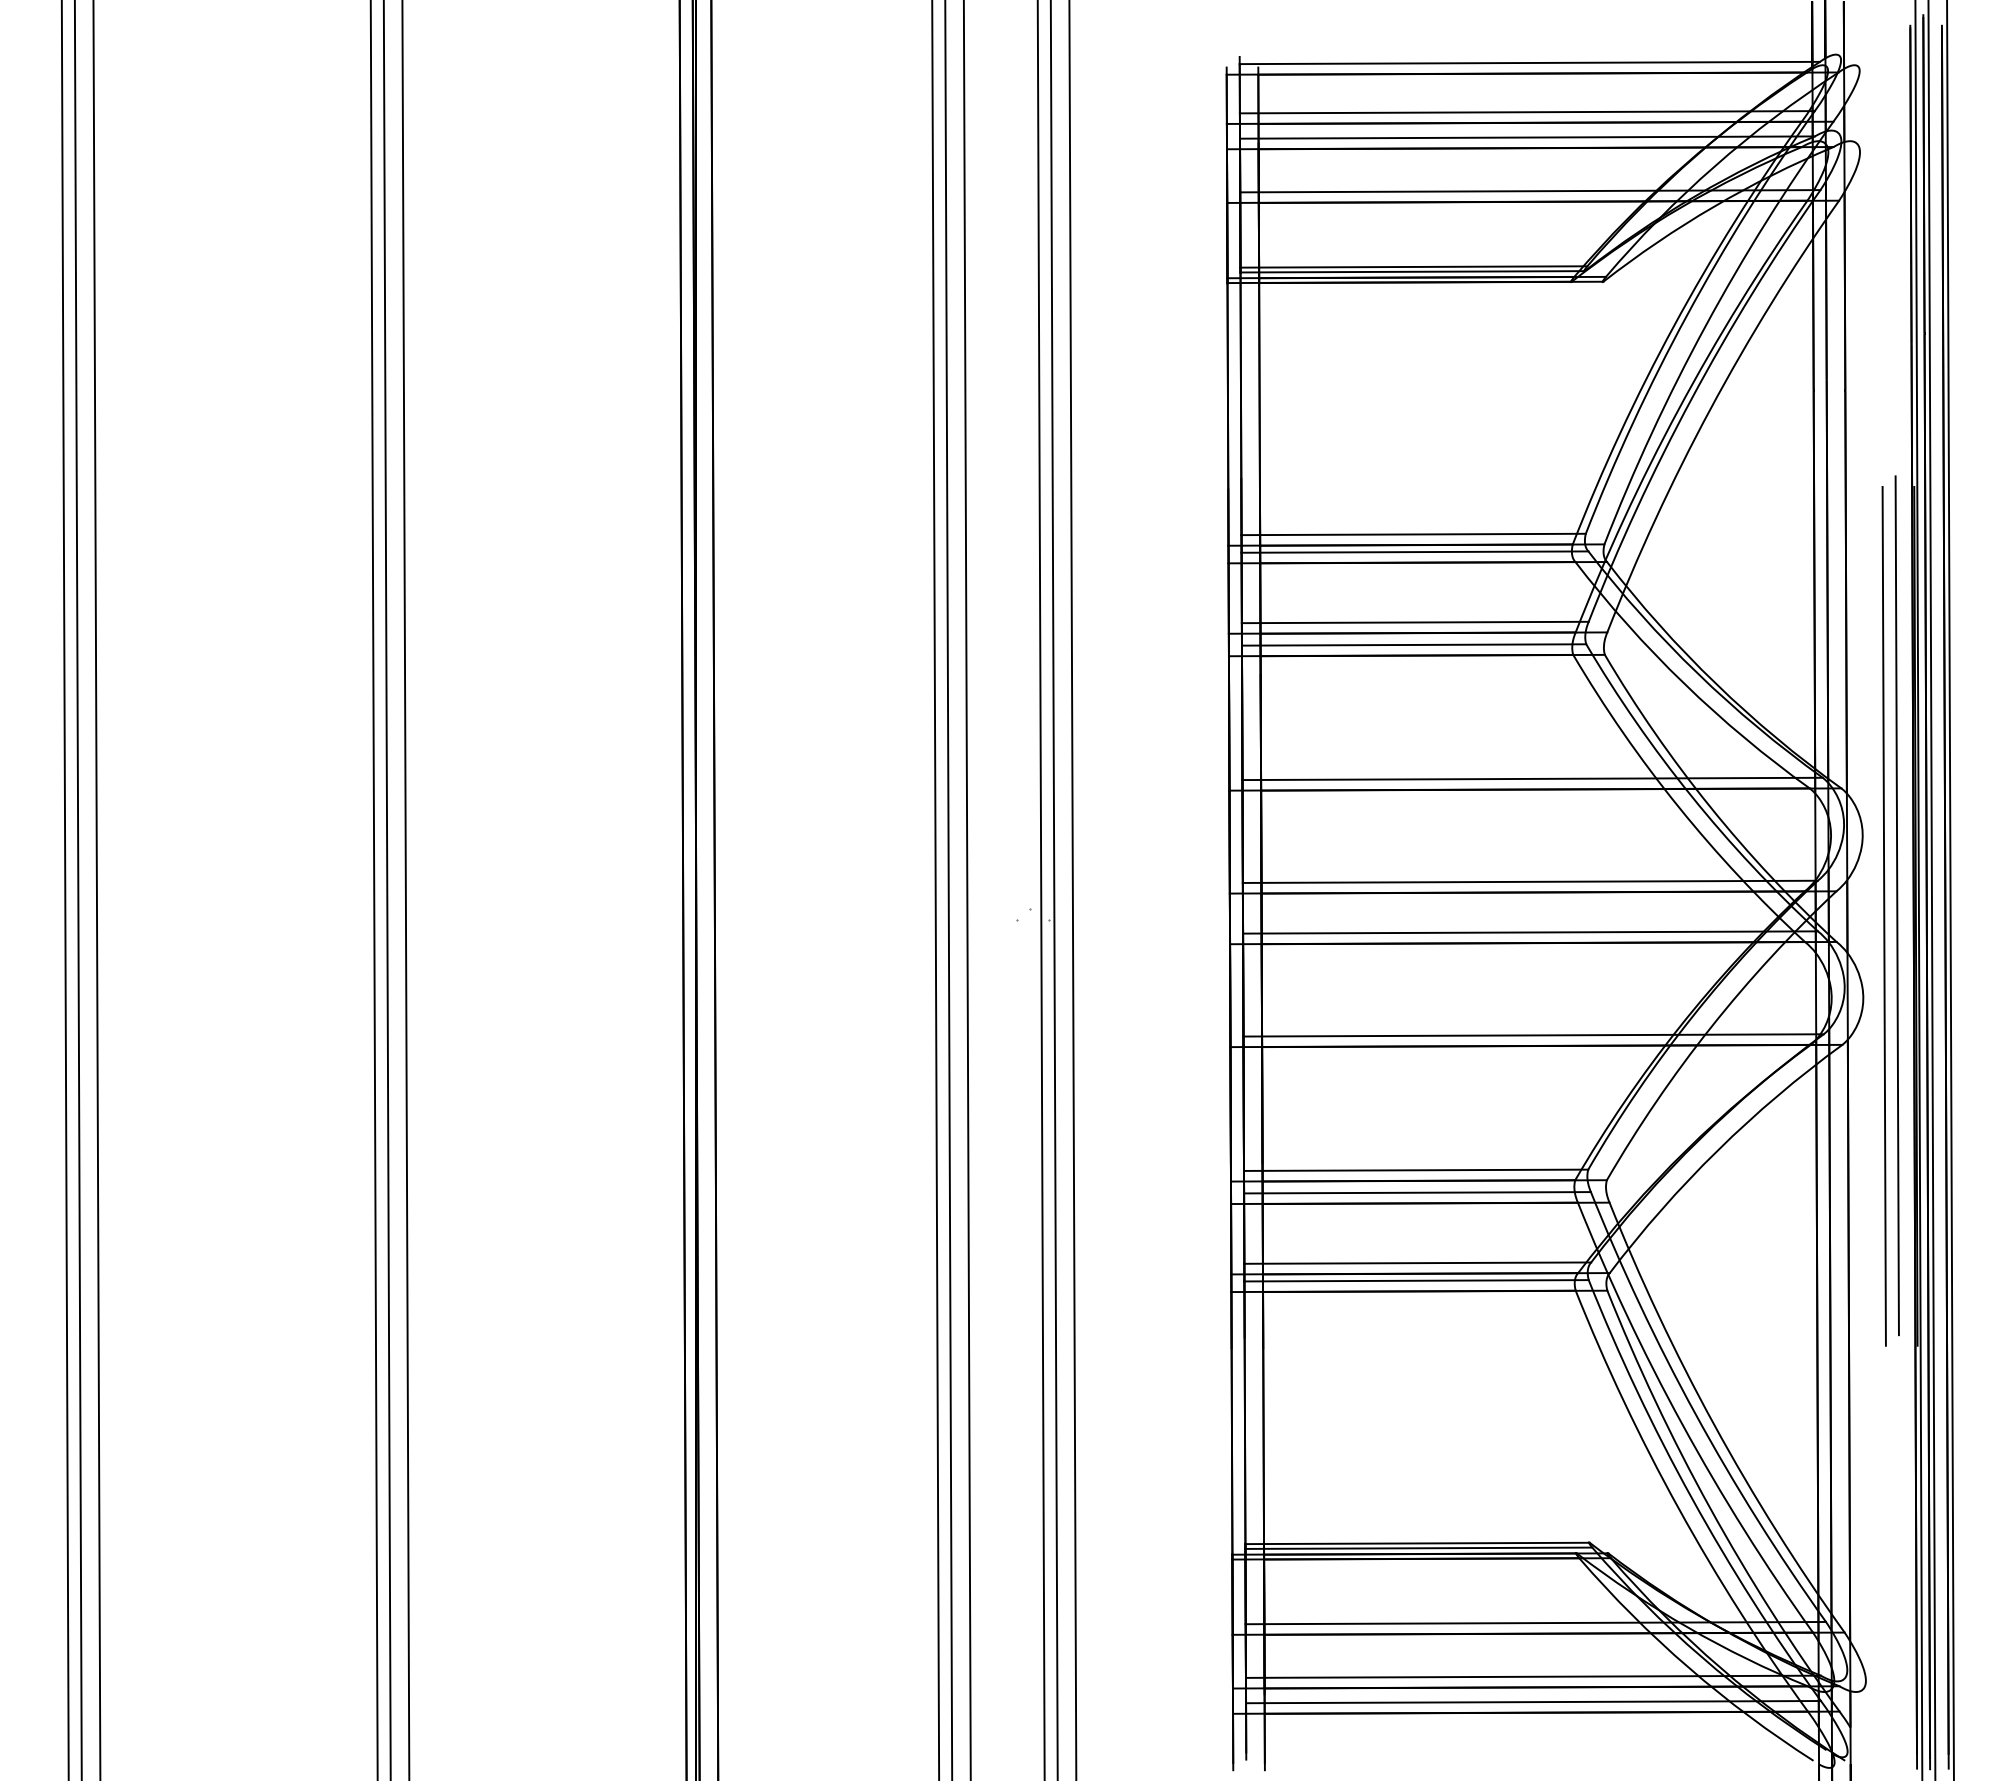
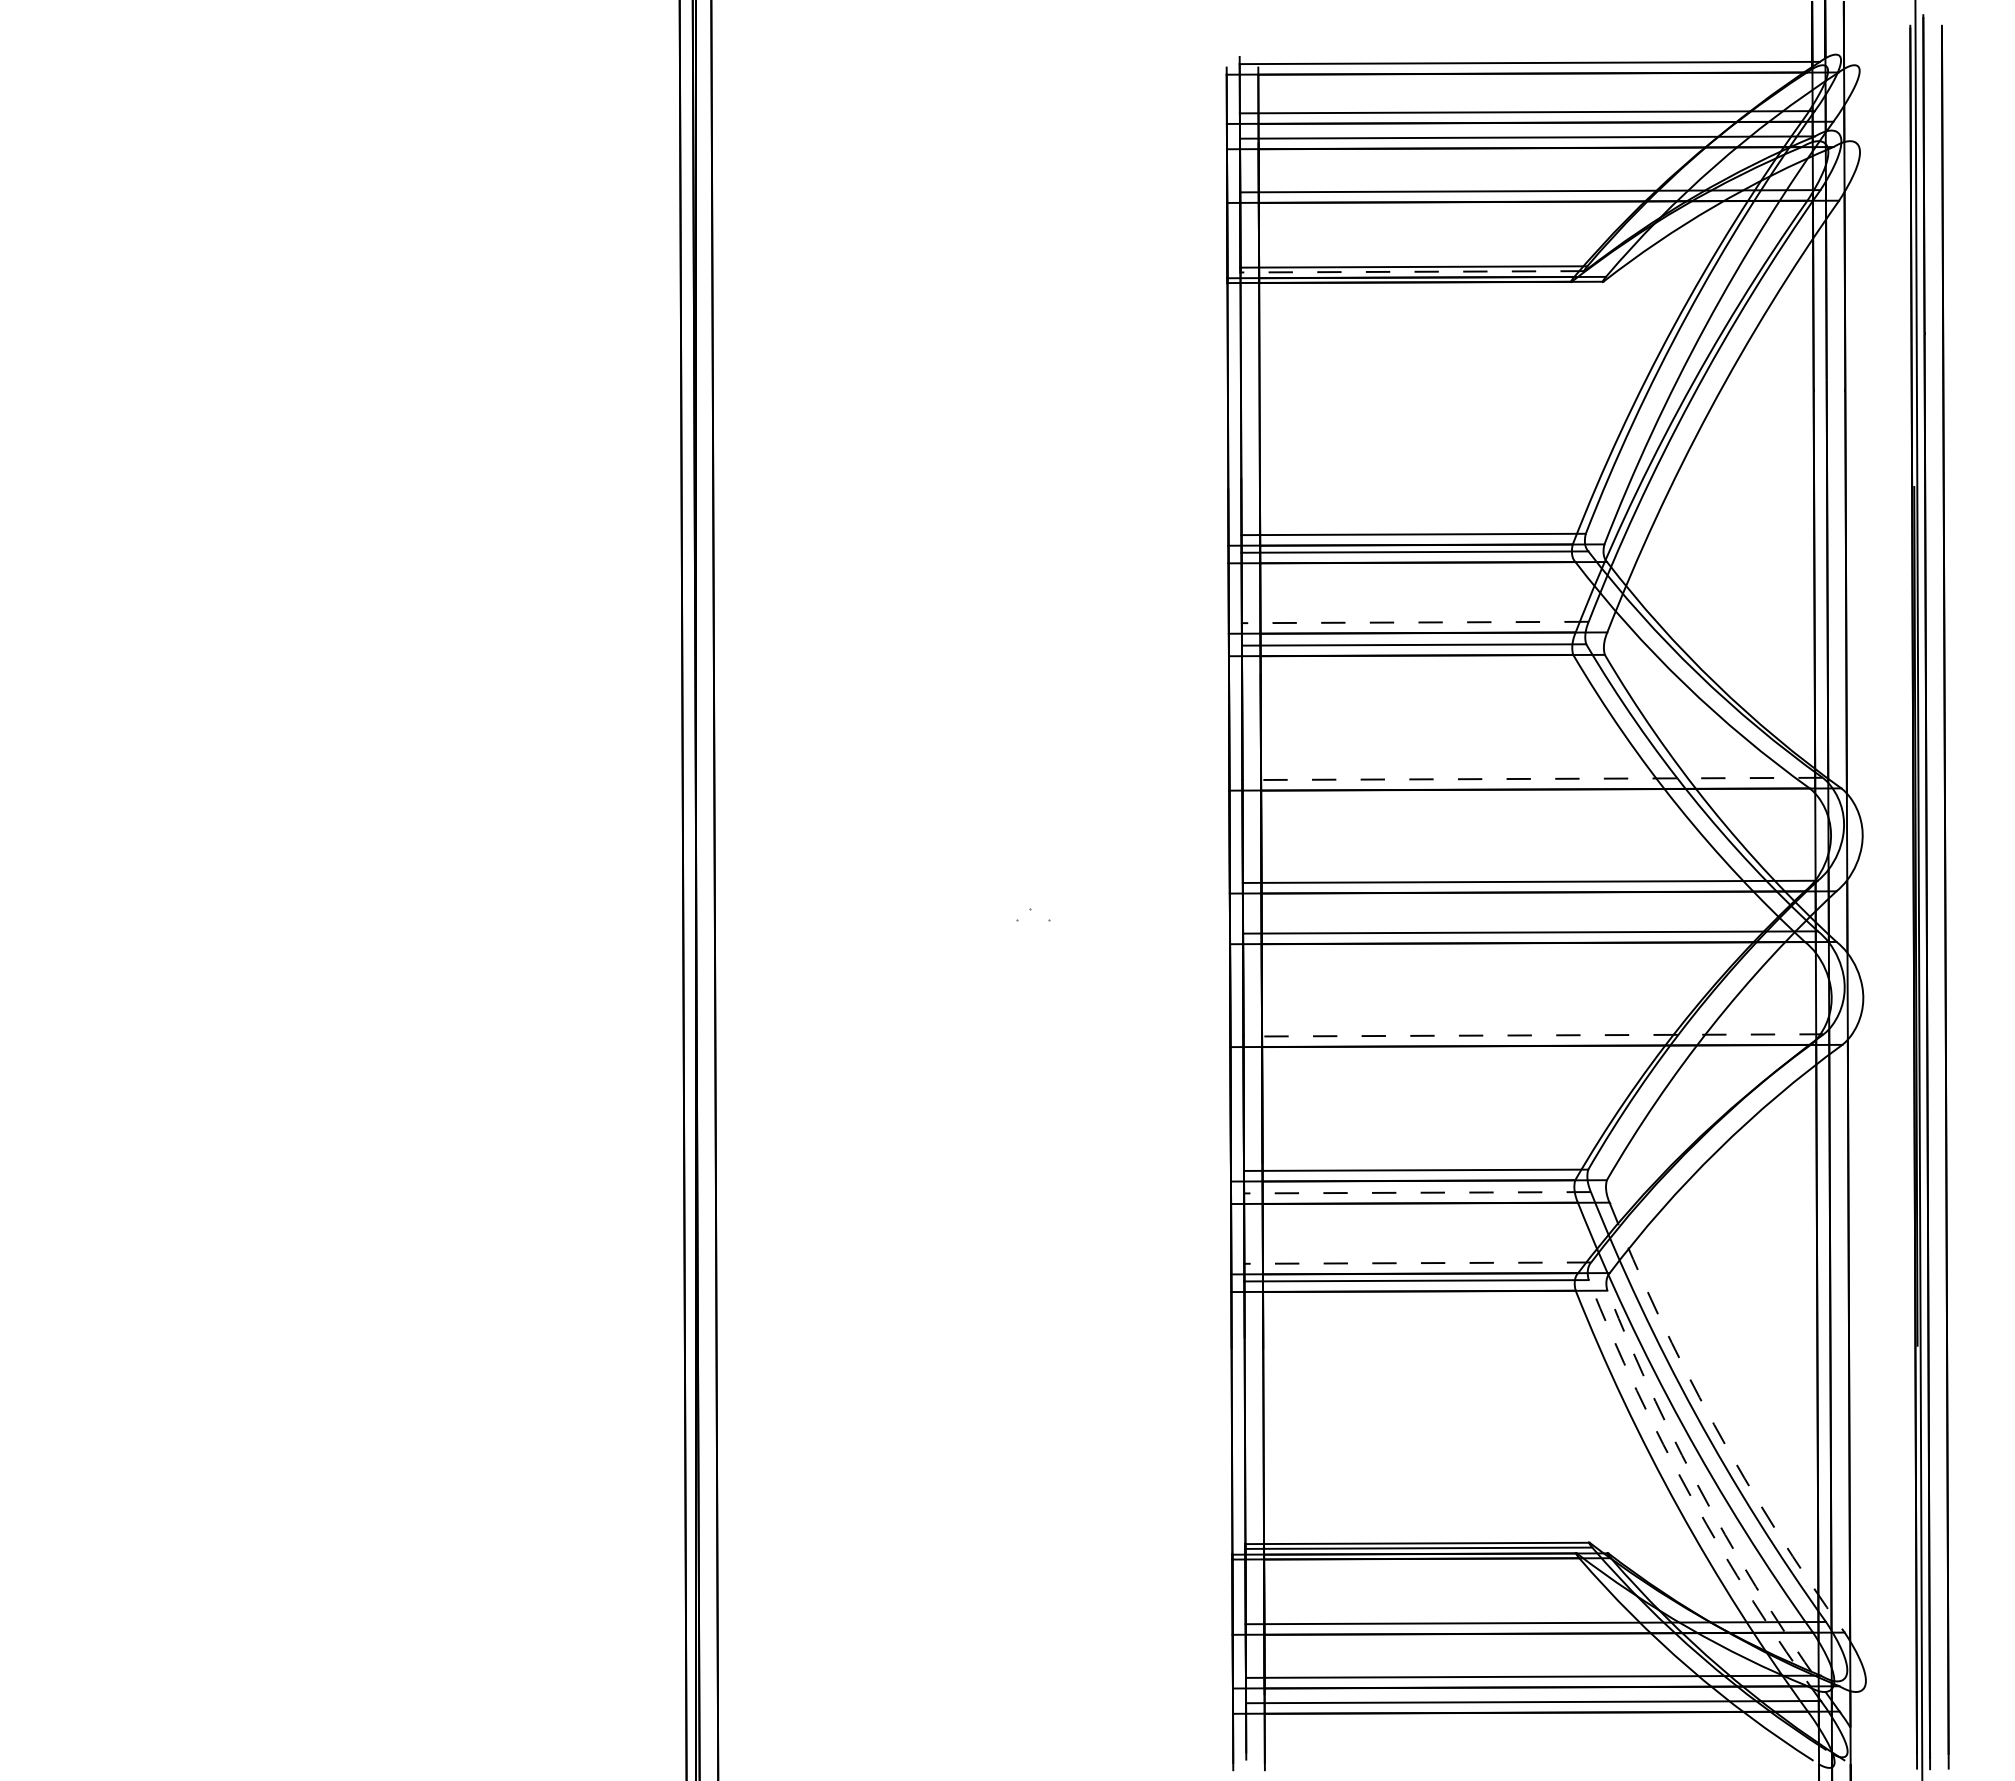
line at (1412, 271): solid -> dashed
line at (1414, 622): solid -> dashed
line at (1532, 778): solid -> dashed
line at (64, 889): present -> none
line at (77, 889): present -> none
line at (96, 889): present -> none
line at (373, 889): present -> none
line at (386, 889): present -> none
line at (405, 889): present -> none
line at (935, 889): present -> none
line at (948, 889): present -> none
line at (966, 889): present -> none
line at (1040, 889): present -> none
line at (1053, 889): present -> none
line at (1072, 889): present -> none
line at (1931, 889): present -> none
line at (1950, 889): present -> none
line at (1896, 905): present -> none
line at (1883, 916): present -> none
line at (1533, 1035): solid -> dashed
line at (1417, 1192): solid -> dashed
line at (1417, 1263): solid -> dashed
line at (1714, 1424): solid -> dashed
line at (1691, 1497): solid -> dashed
line at (1710, 1508): solid -> dashed
